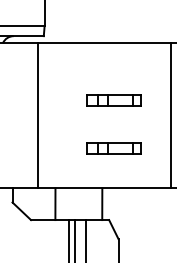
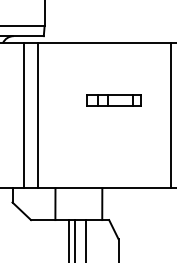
line at (24, 115): none -> present
part at (113, 148): present -> none
